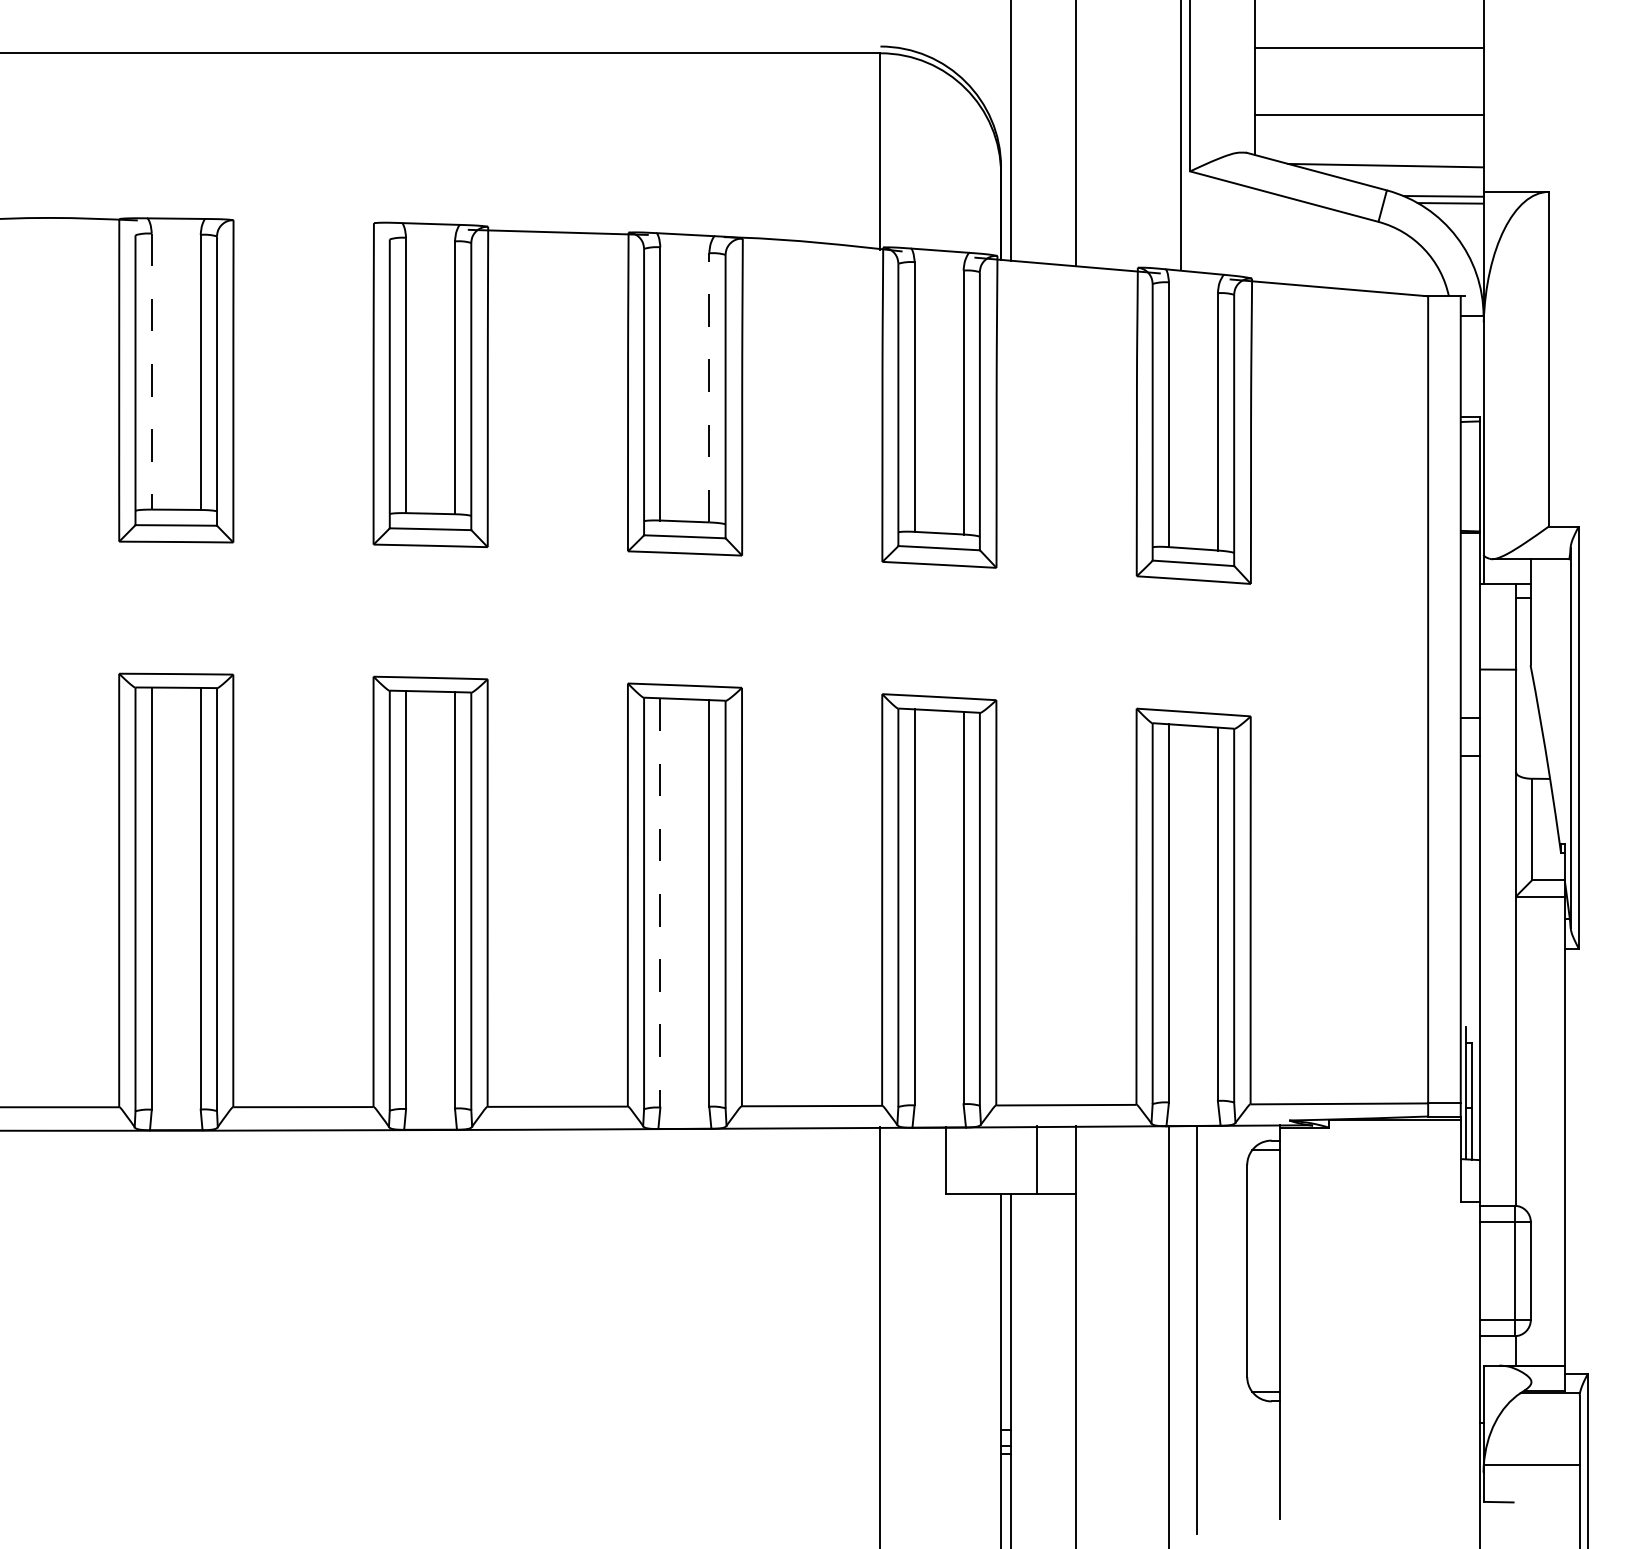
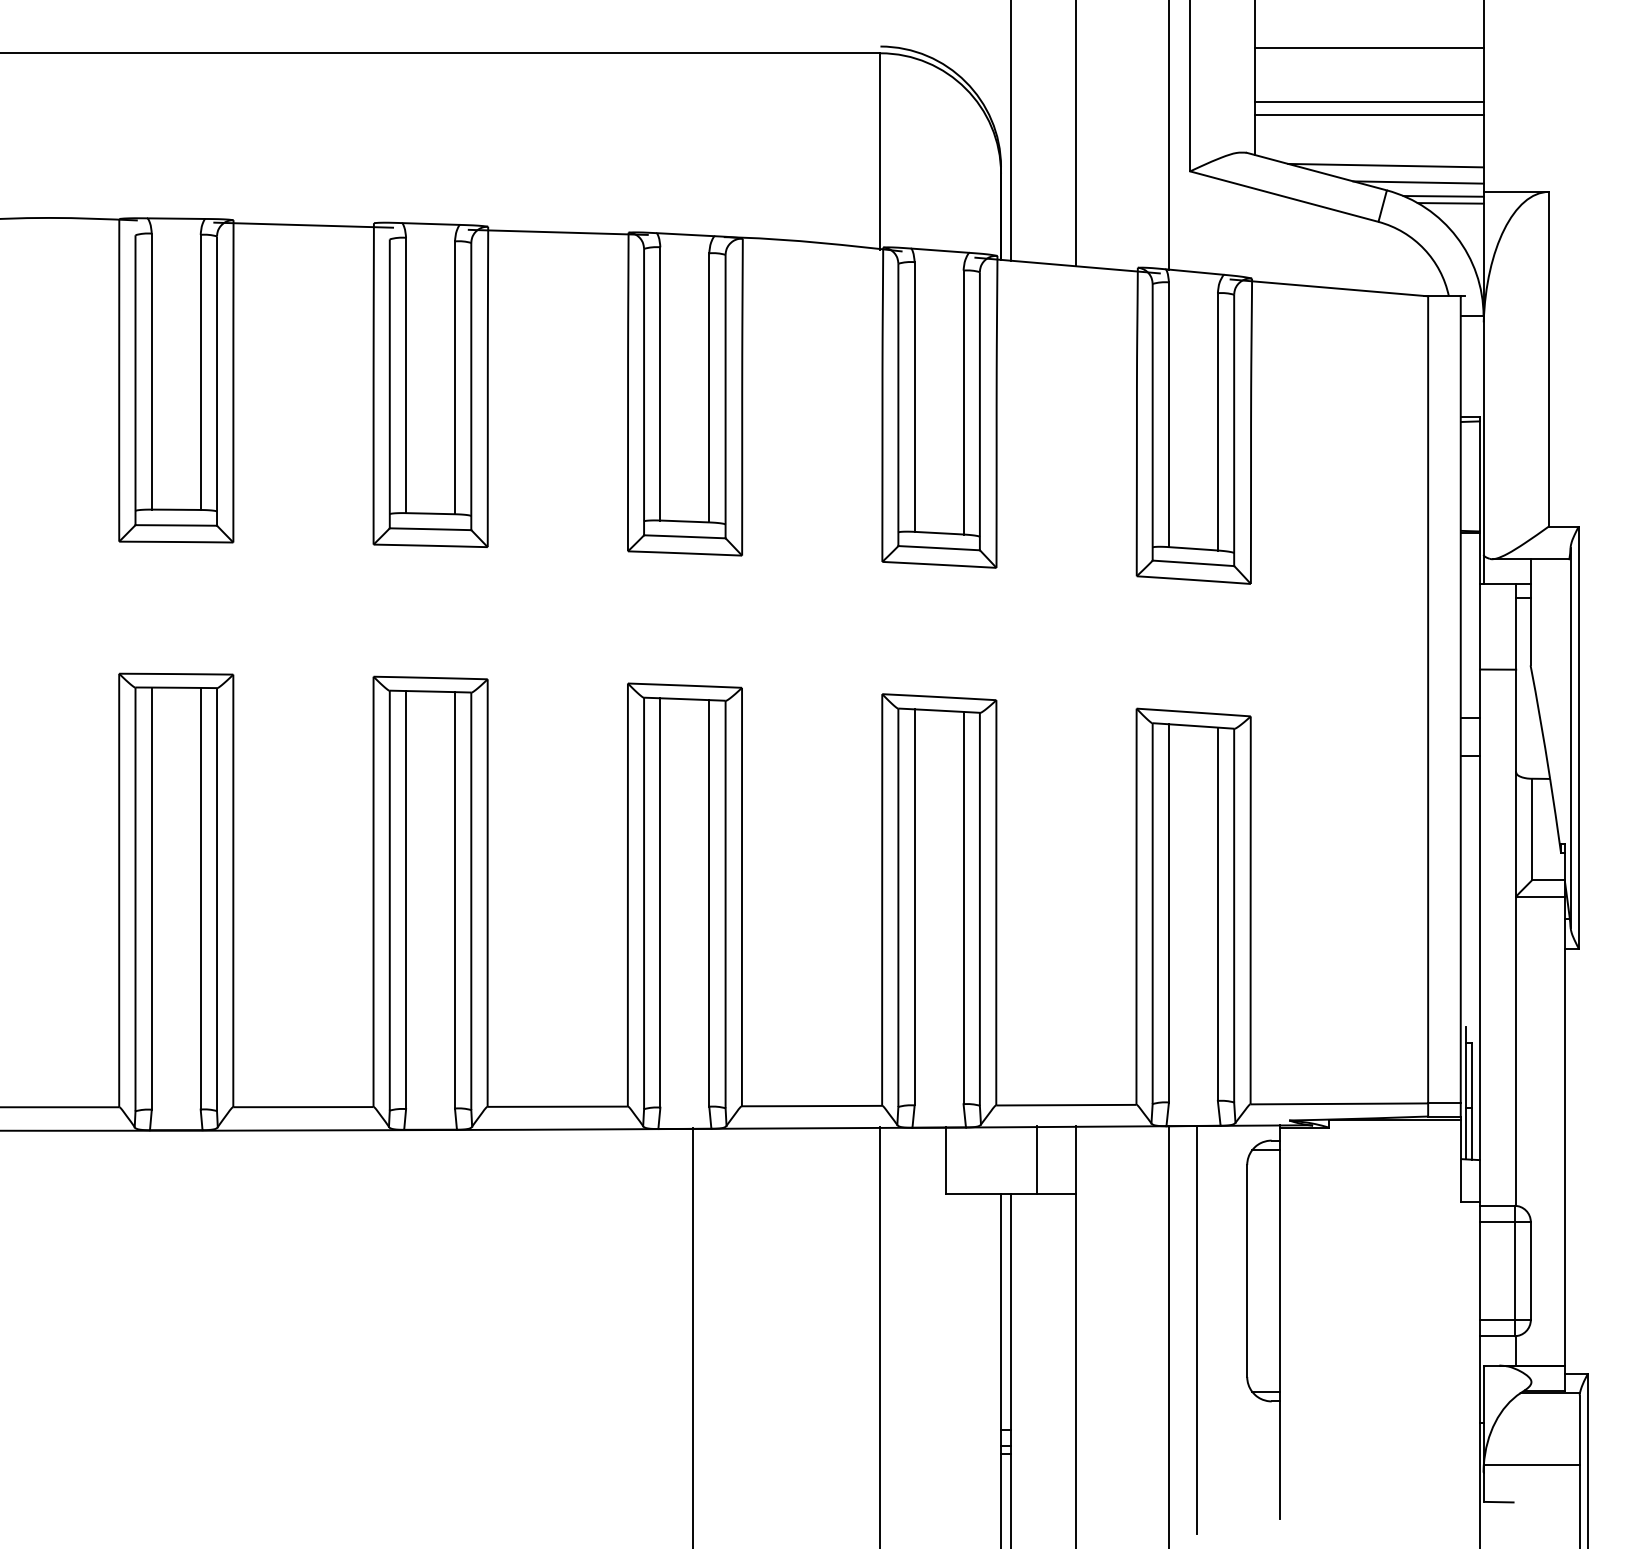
line at (1369, 102): none -> present
line at (1180, 135) position: (1180, 135) -> (1168, 135)
line at (1418, 182): none -> present
line at (303, 224): none -> present
line at (151, 371): dashed -> solid
line at (709, 387): dashed -> solid
line at (660, 902): dashed -> solid
line at (692, 1336): none -> present
